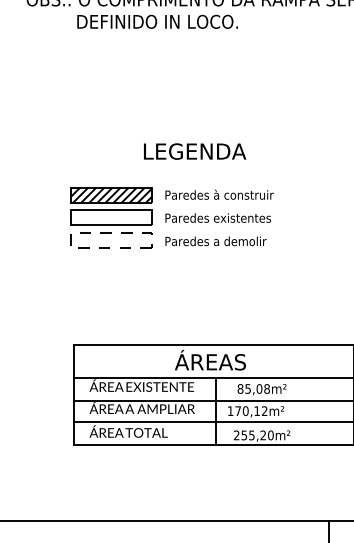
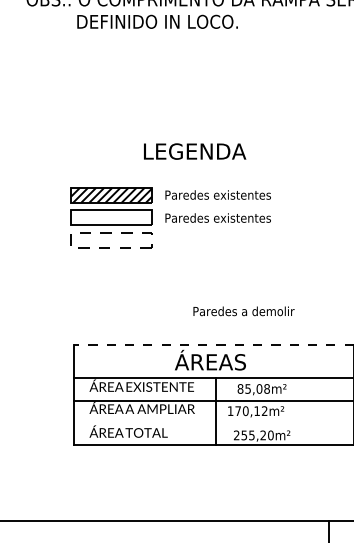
text at (243, 194): Paredes à construir -> Paredes existentes
text at (215, 241) position: (215, 241) -> (243, 311)
line at (213, 344): solid -> dashed
line at (211, 422): present -> none
